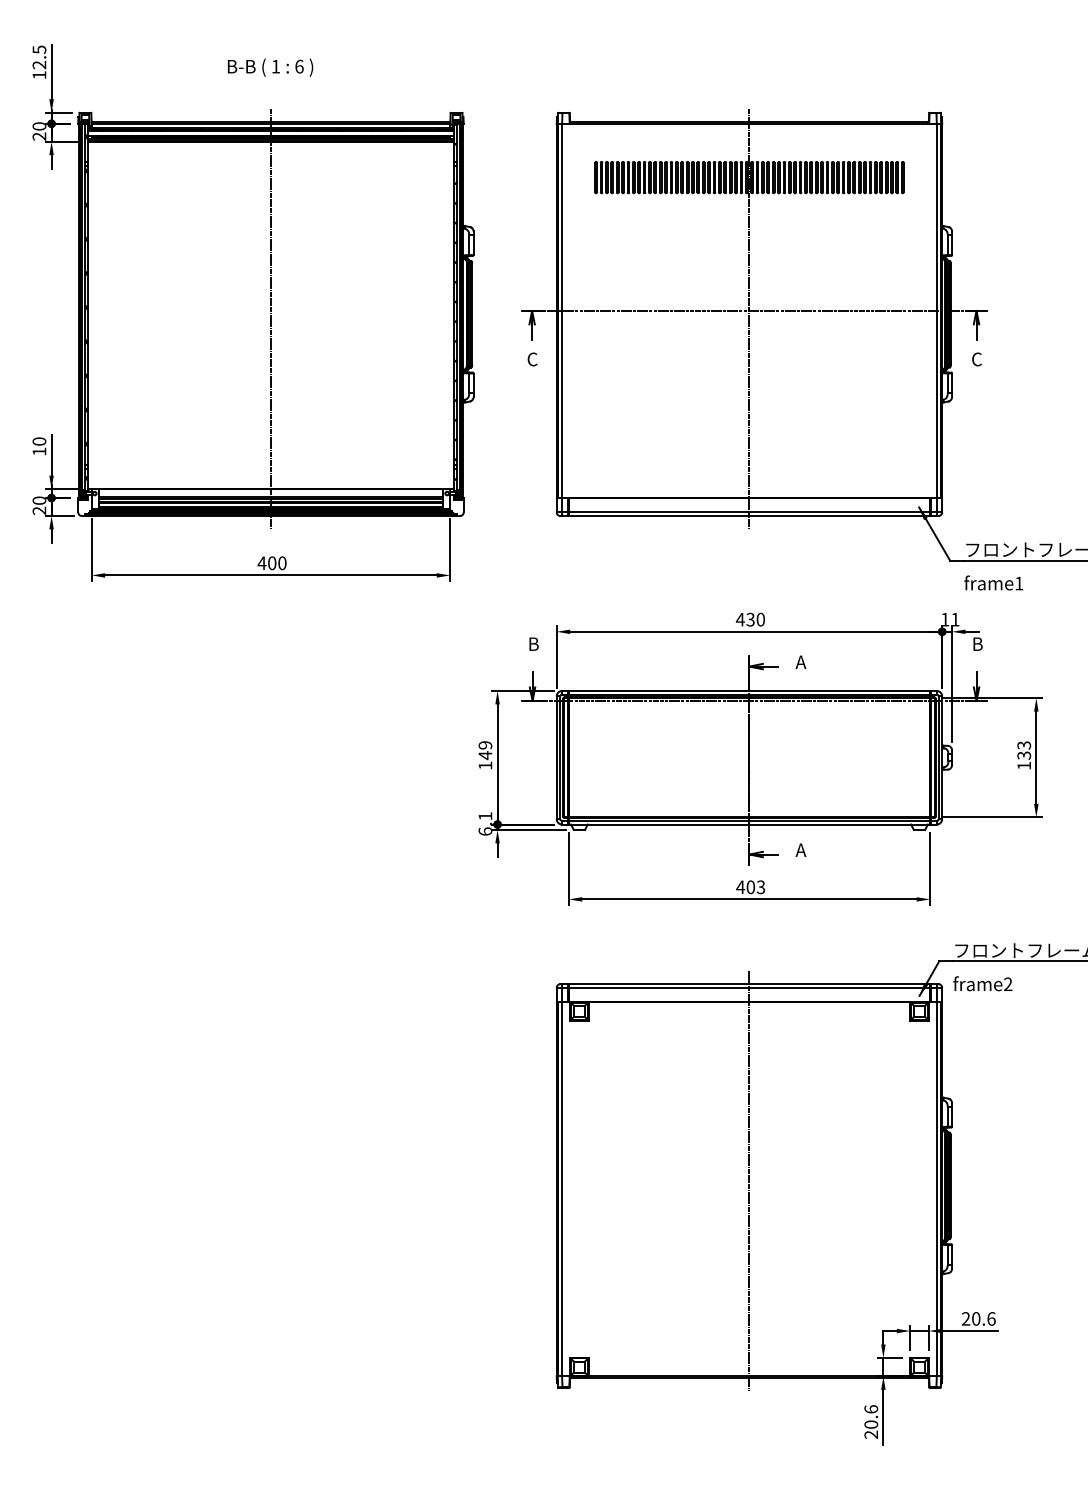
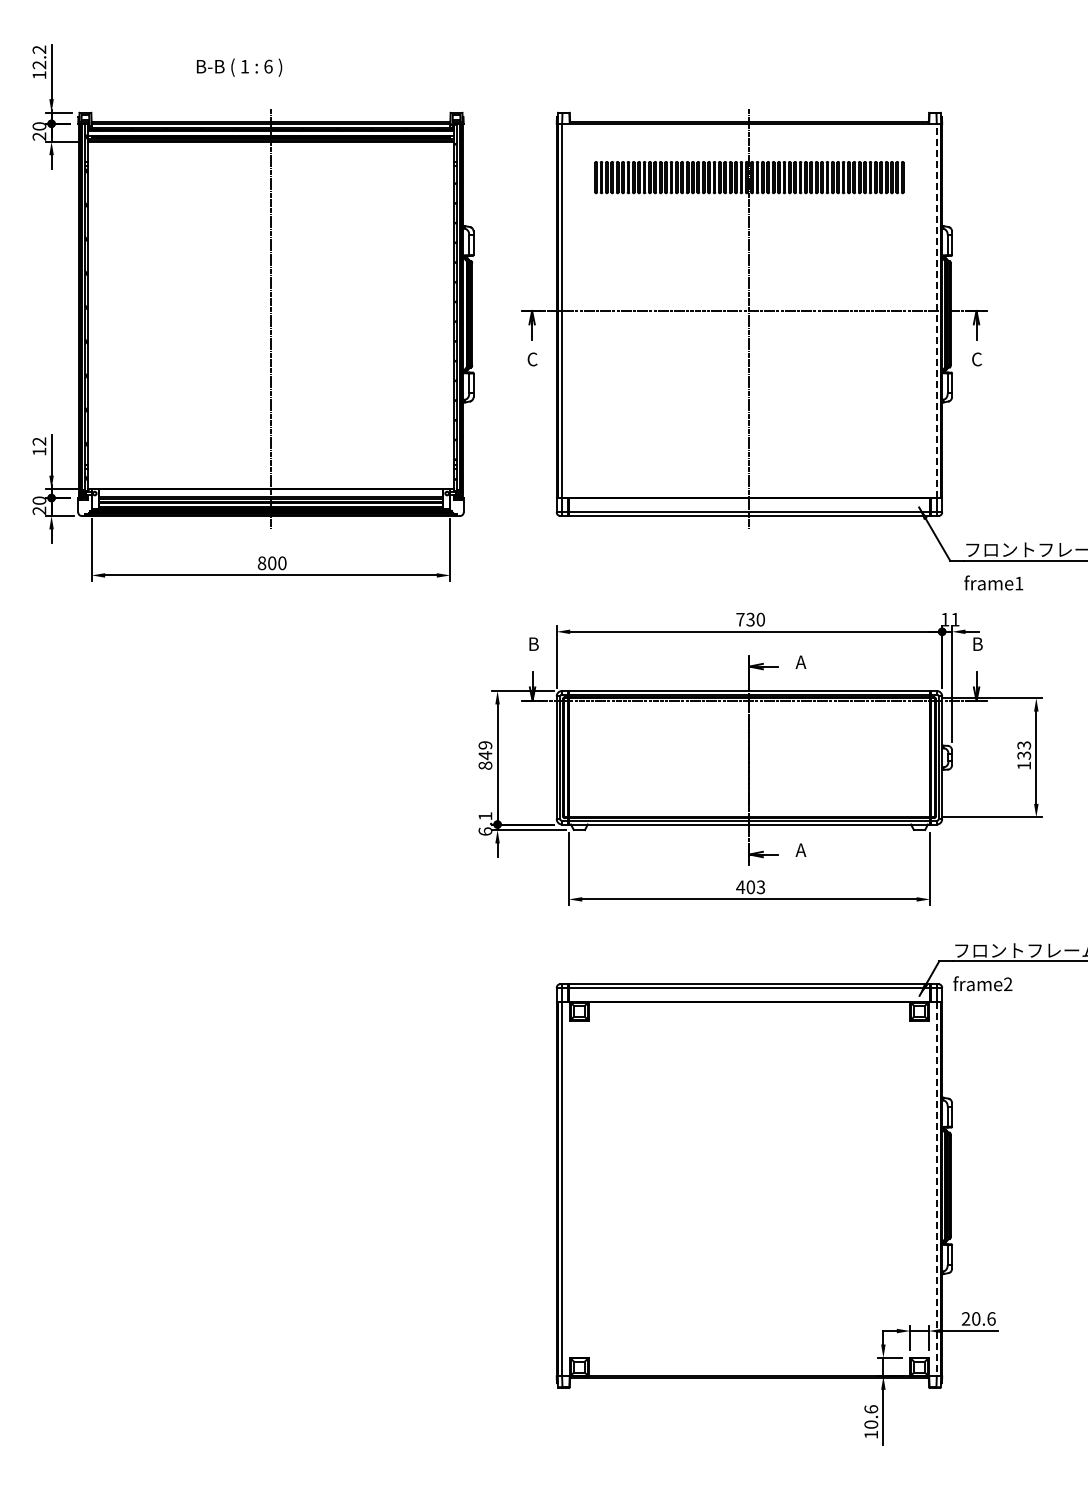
text at (39, 49): 12.5 -> 12.2
text at (270, 67) position: (270, 67) -> (239, 67)
line at (936, 310): solid -> dashed
text at (39, 441): 10 -> 12
text at (261, 563): 400 -> 800
text at (739, 619): 430 -> 730
text at (485, 765): 149 -> 849
line at (749, 1180): present -> none
line at (936, 1189): solid -> dashed
text at (870, 1434): 20.6 -> 10.6
